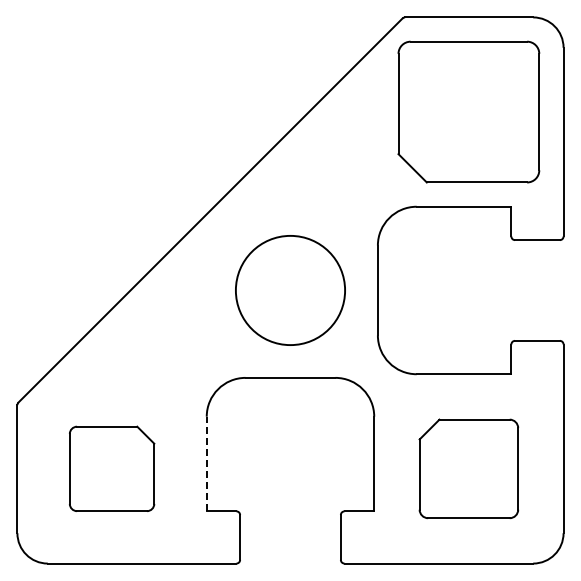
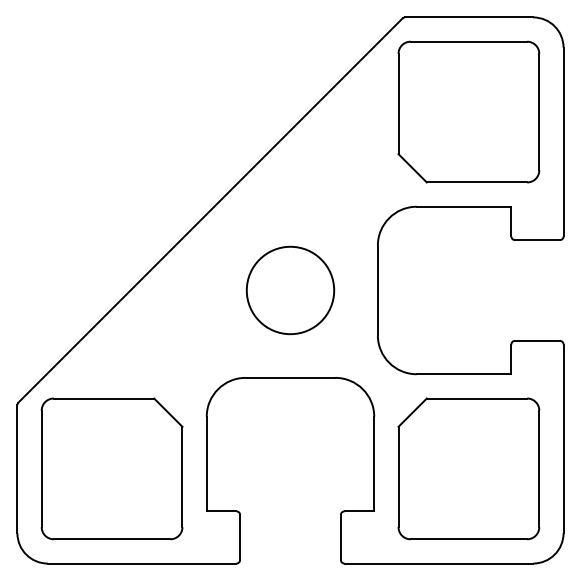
circle at (290, 290) diameter: 109 px -> 87 px
line at (206, 463): dashed -> solid
part at (112, 468) size: 87x87 px -> 144x144 px
part at (468, 468) size: 102x102 px -> 144x144 px
